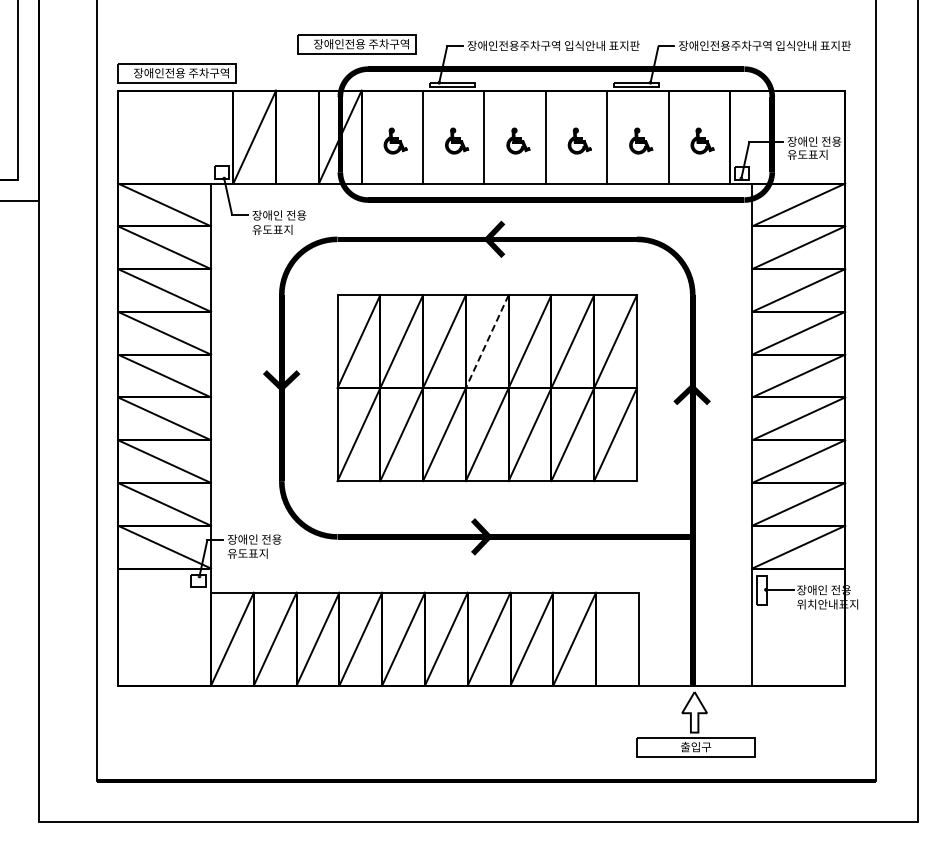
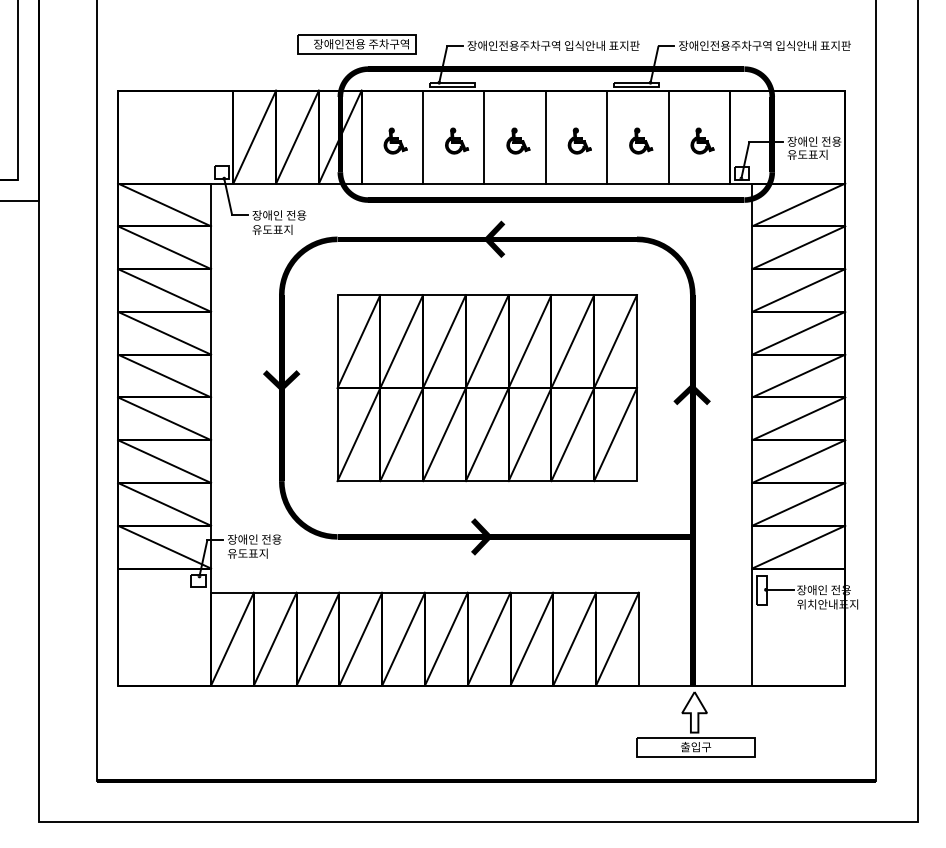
part at (176, 73): present -> none
line at (297, 136): none -> present
line at (487, 342): dashed -> solid
line at (617, 638): none -> present
